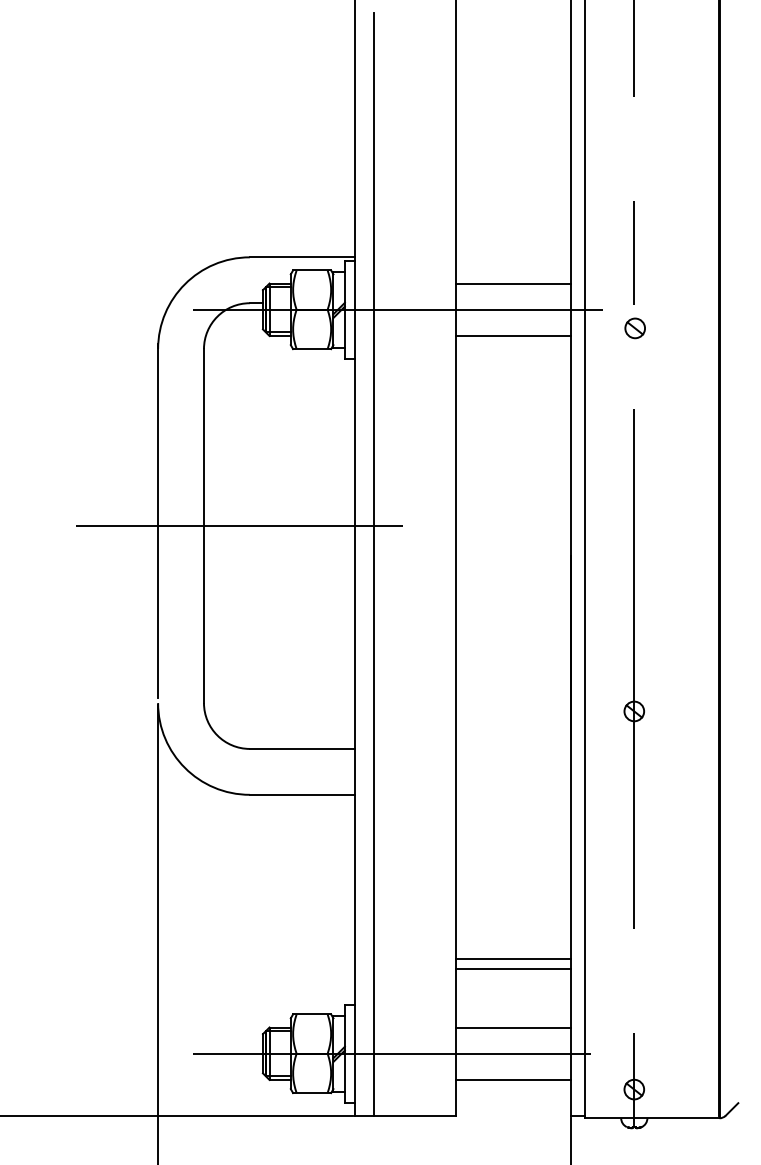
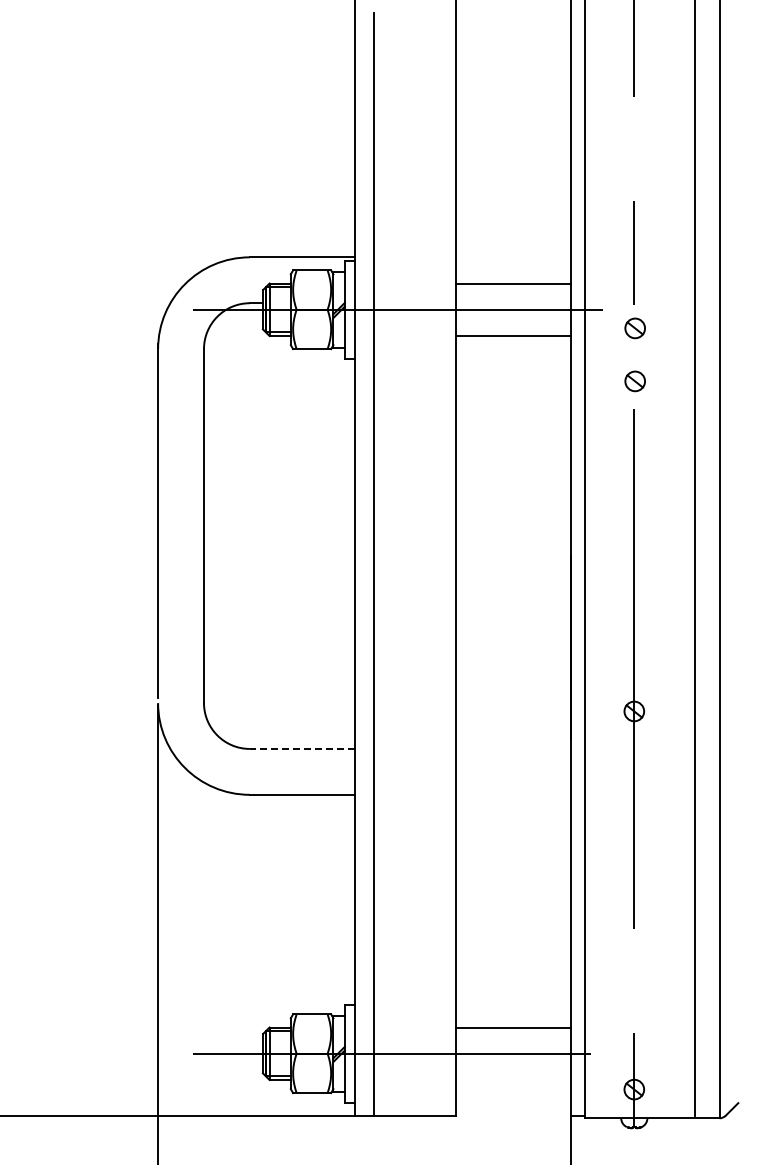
part at (634, 381): none -> present
line at (239, 526): present -> none
line at (718, 559) position: (718, 559) -> (694, 559)
line at (301, 748): solid -> dashed
line at (513, 959): present -> none
line at (513, 968): present -> none
line at (513, 1079): present -> none
